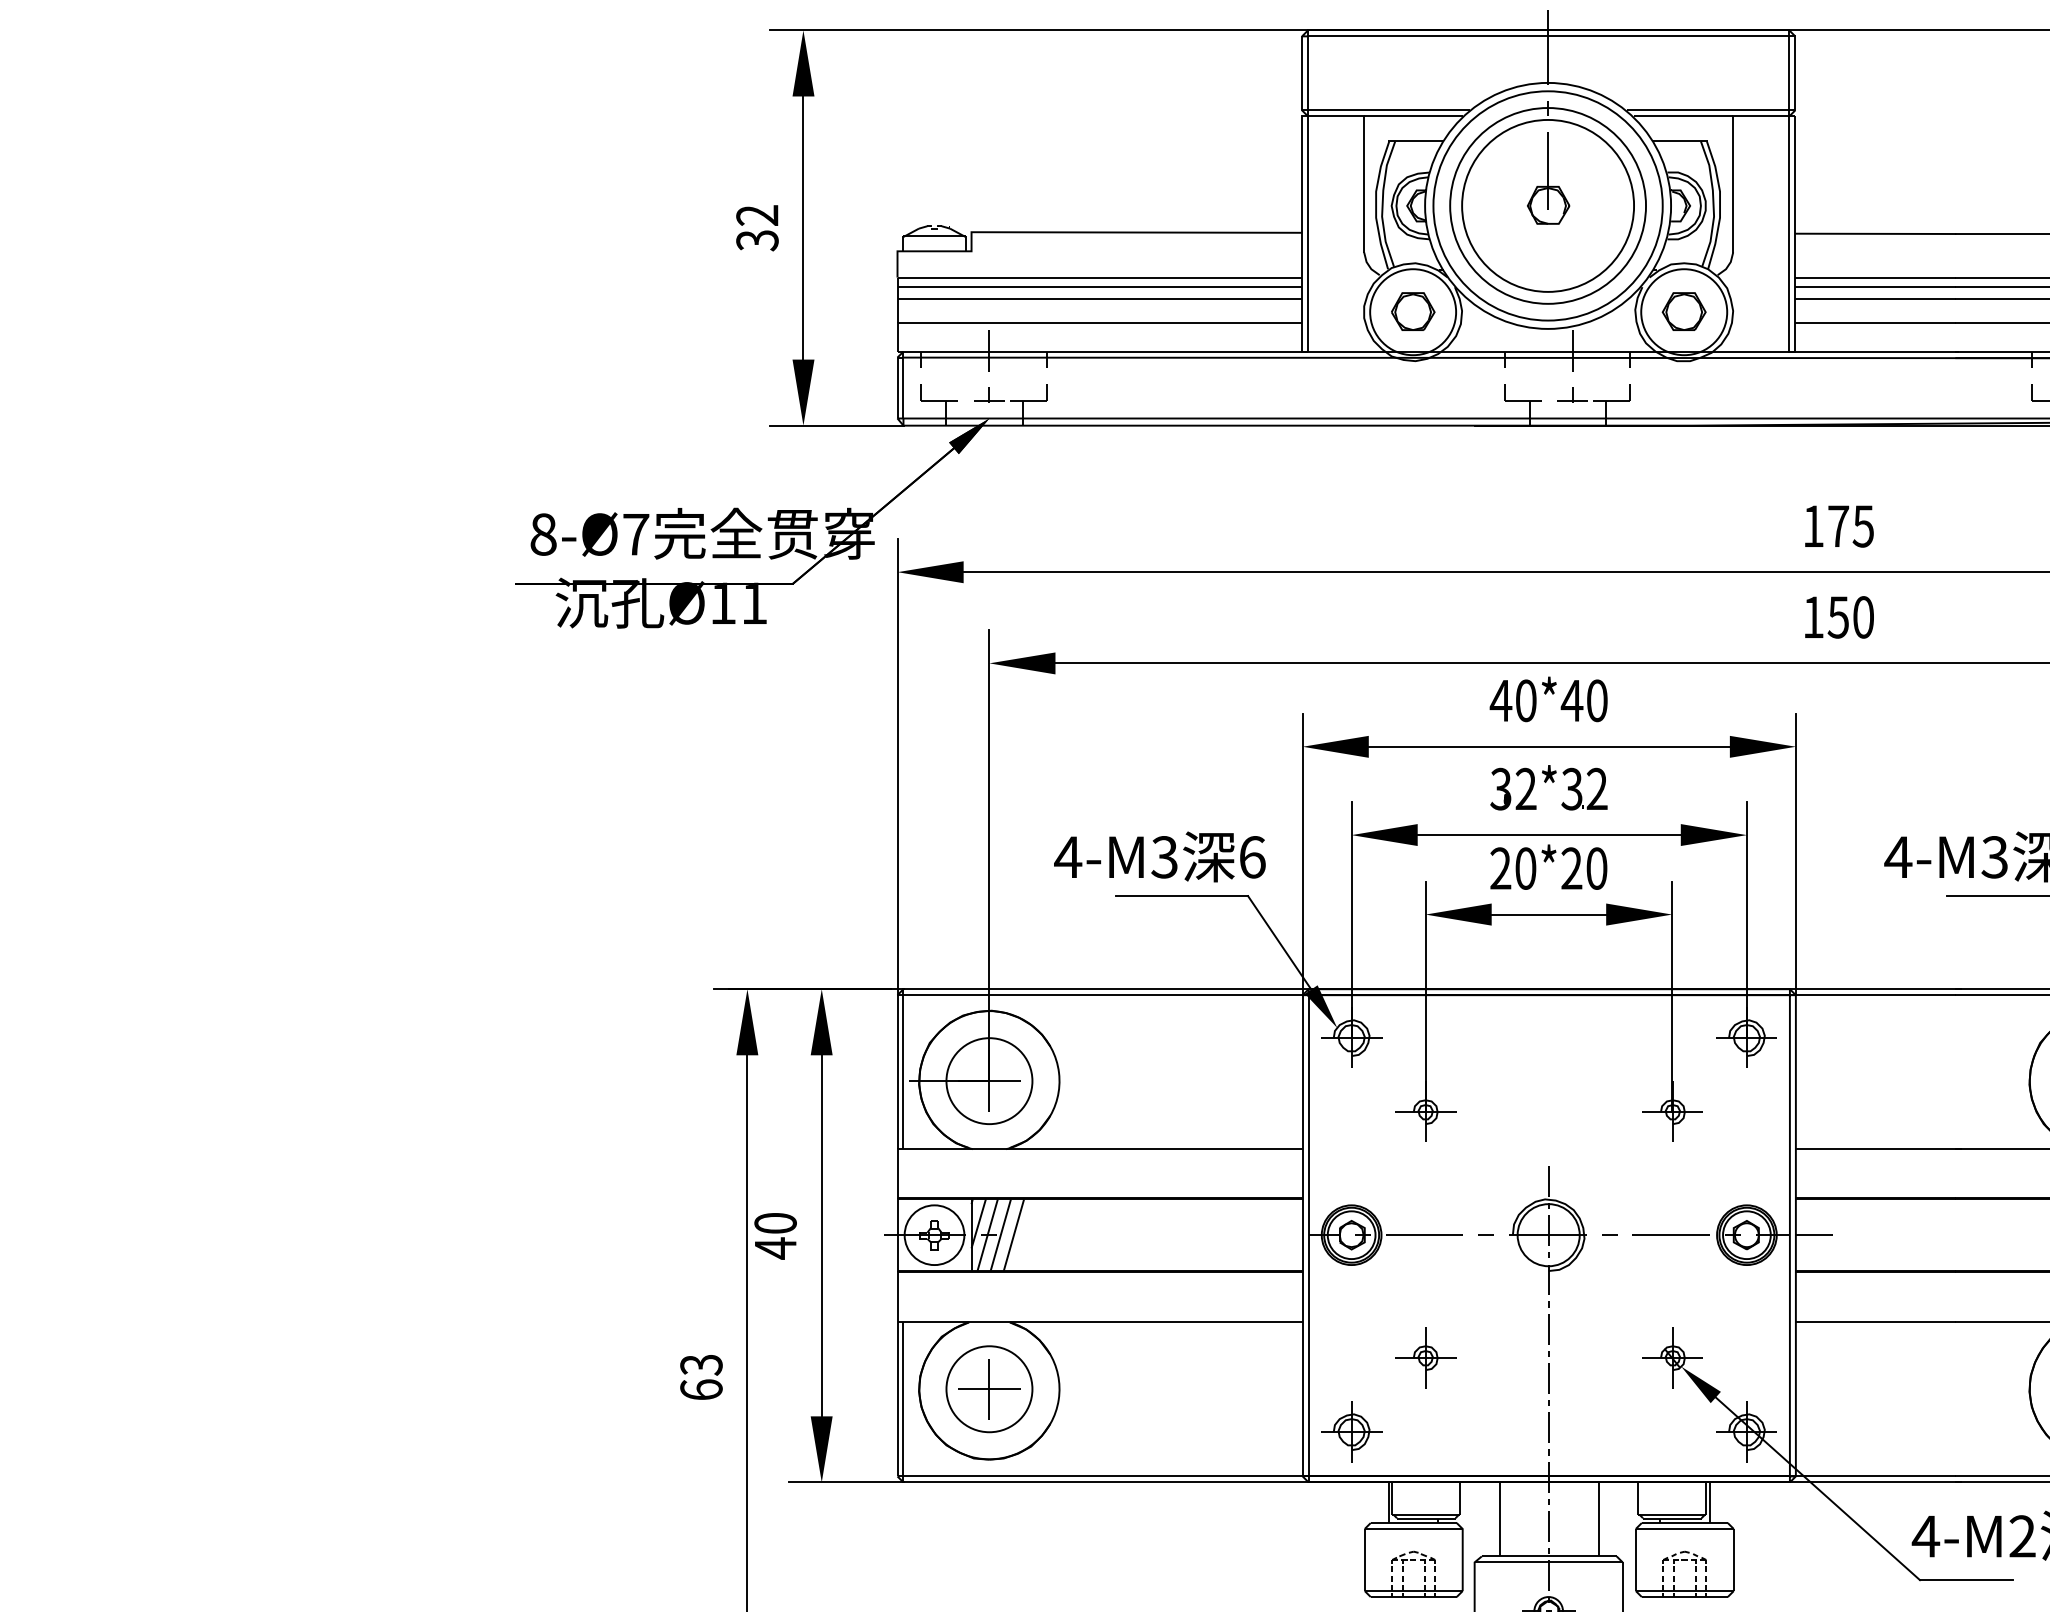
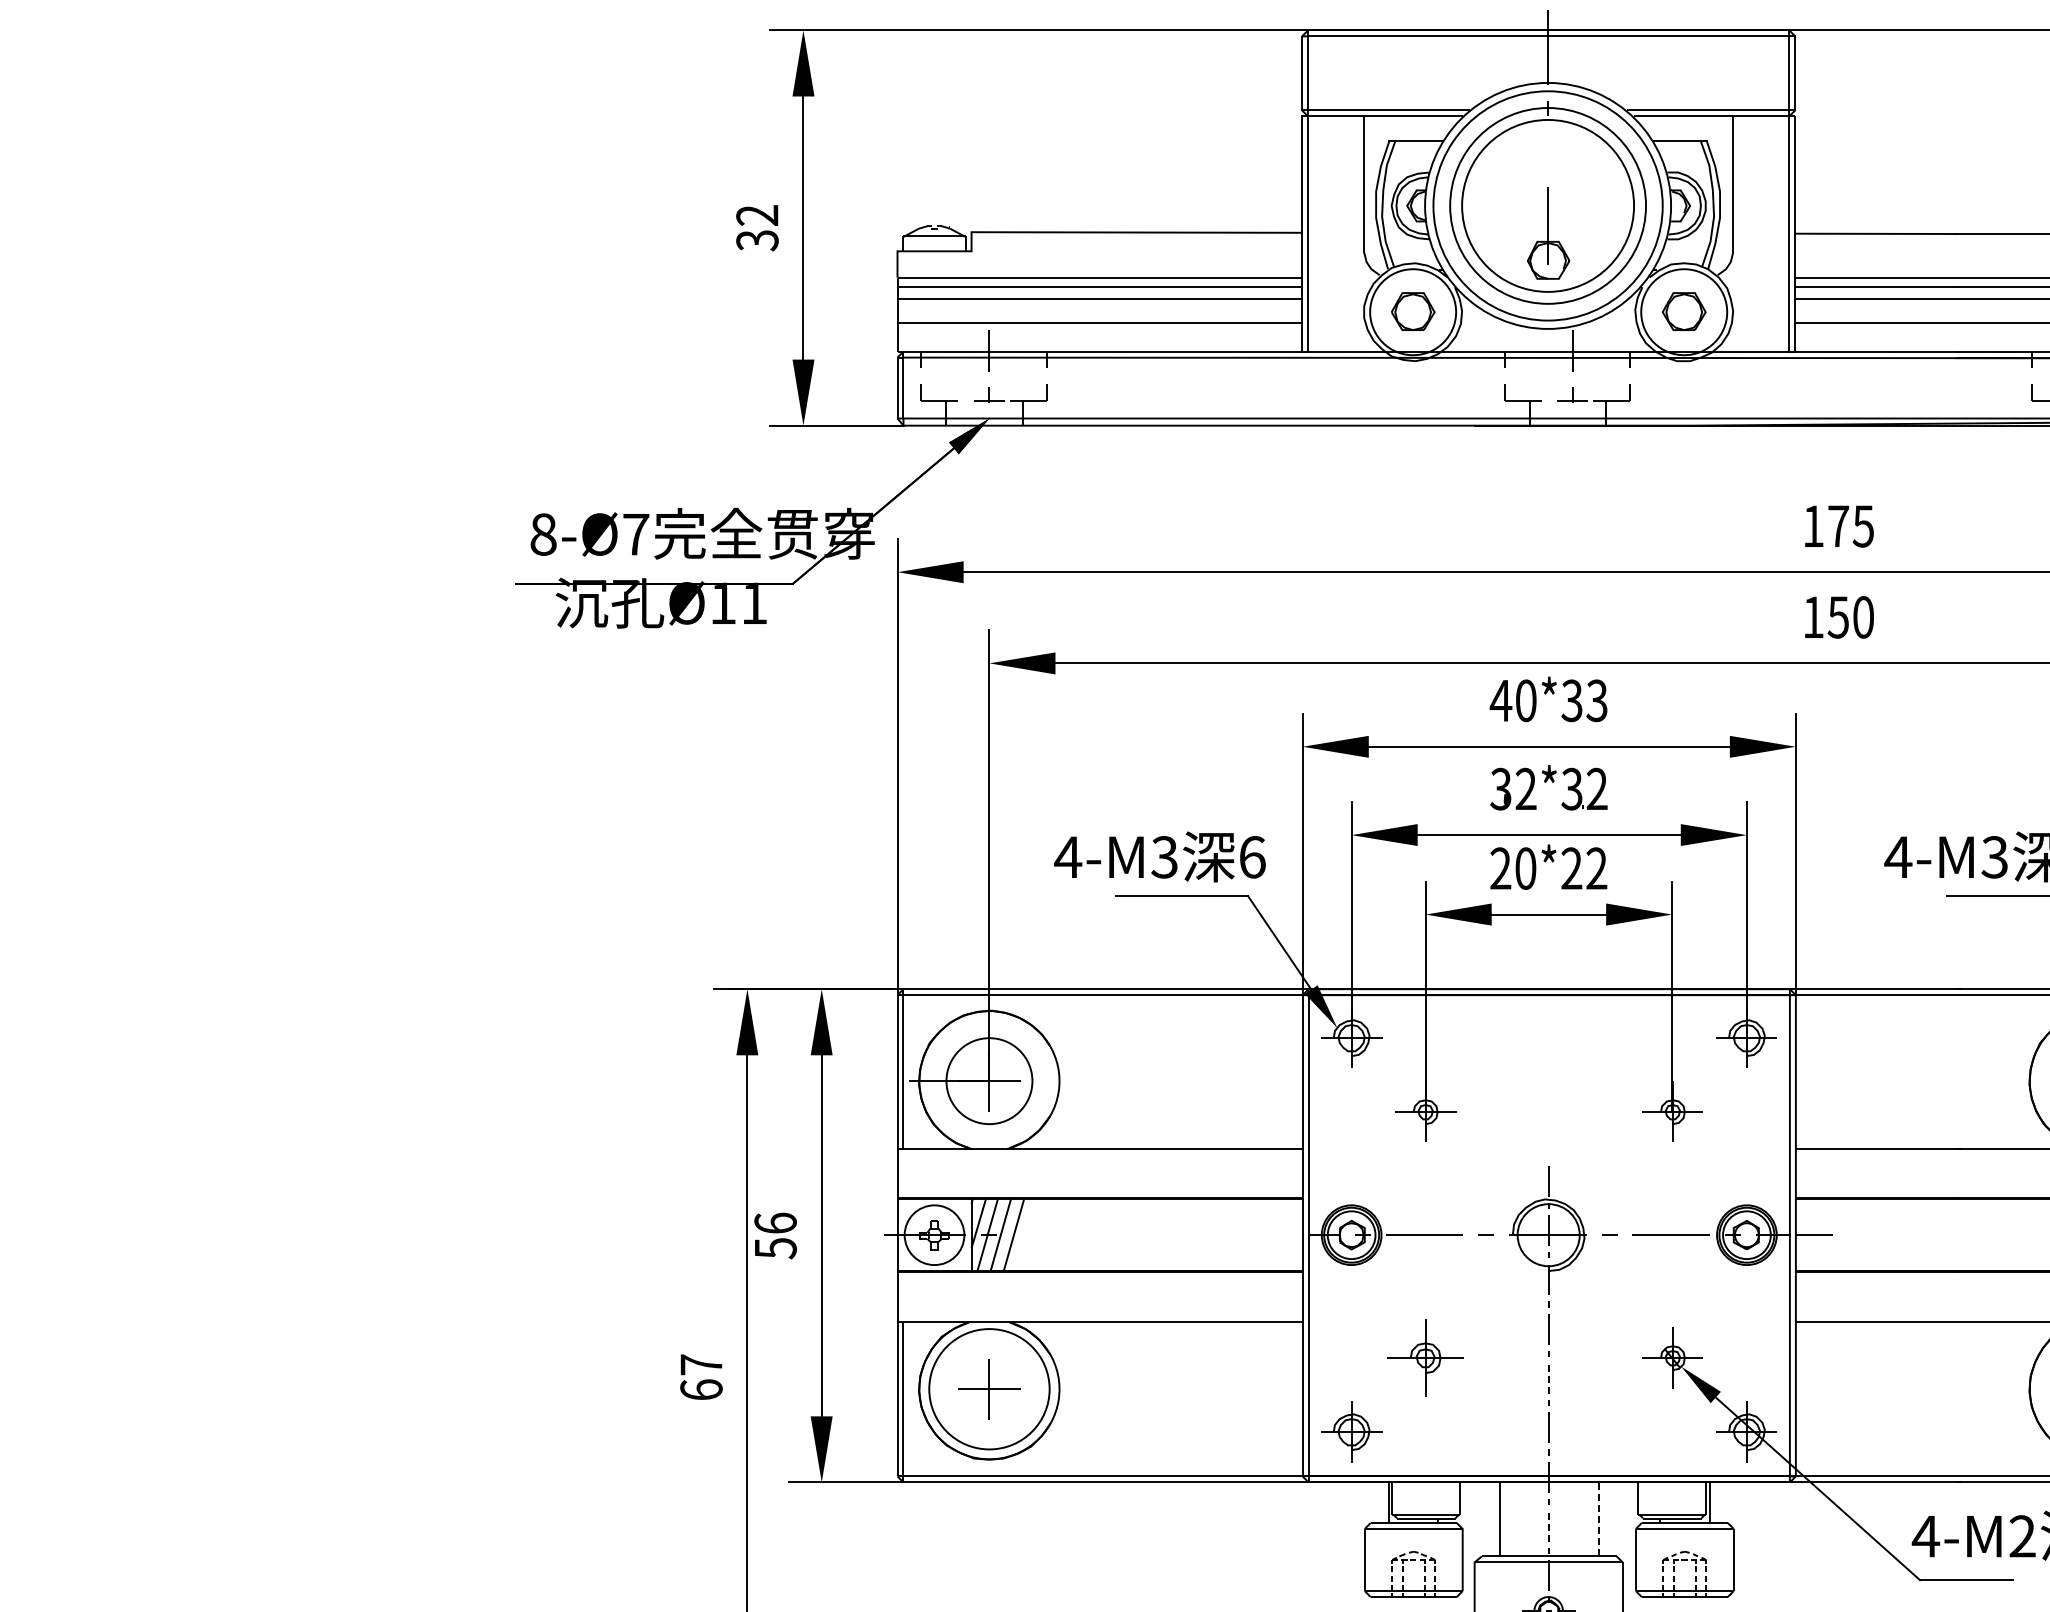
part at (1548, 178) position: (1548, 178) -> (1548, 233)
text at (1583, 700): 40*40 -> 40*33
text at (1596, 868): 20*20 -> 20*22
text at (775, 1235): 40 -> 56
part at (1425, 1357) size: 62x62 px -> 77x78 px
text at (701, 1364): 63 -> 67
line at (1548, 1378): solid -> dashed
circle at (989, 1389) diameter: 86 px -> 120 px
line at (1598, 1518): solid -> dashed
line at (1548, 1526): solid -> dashed
